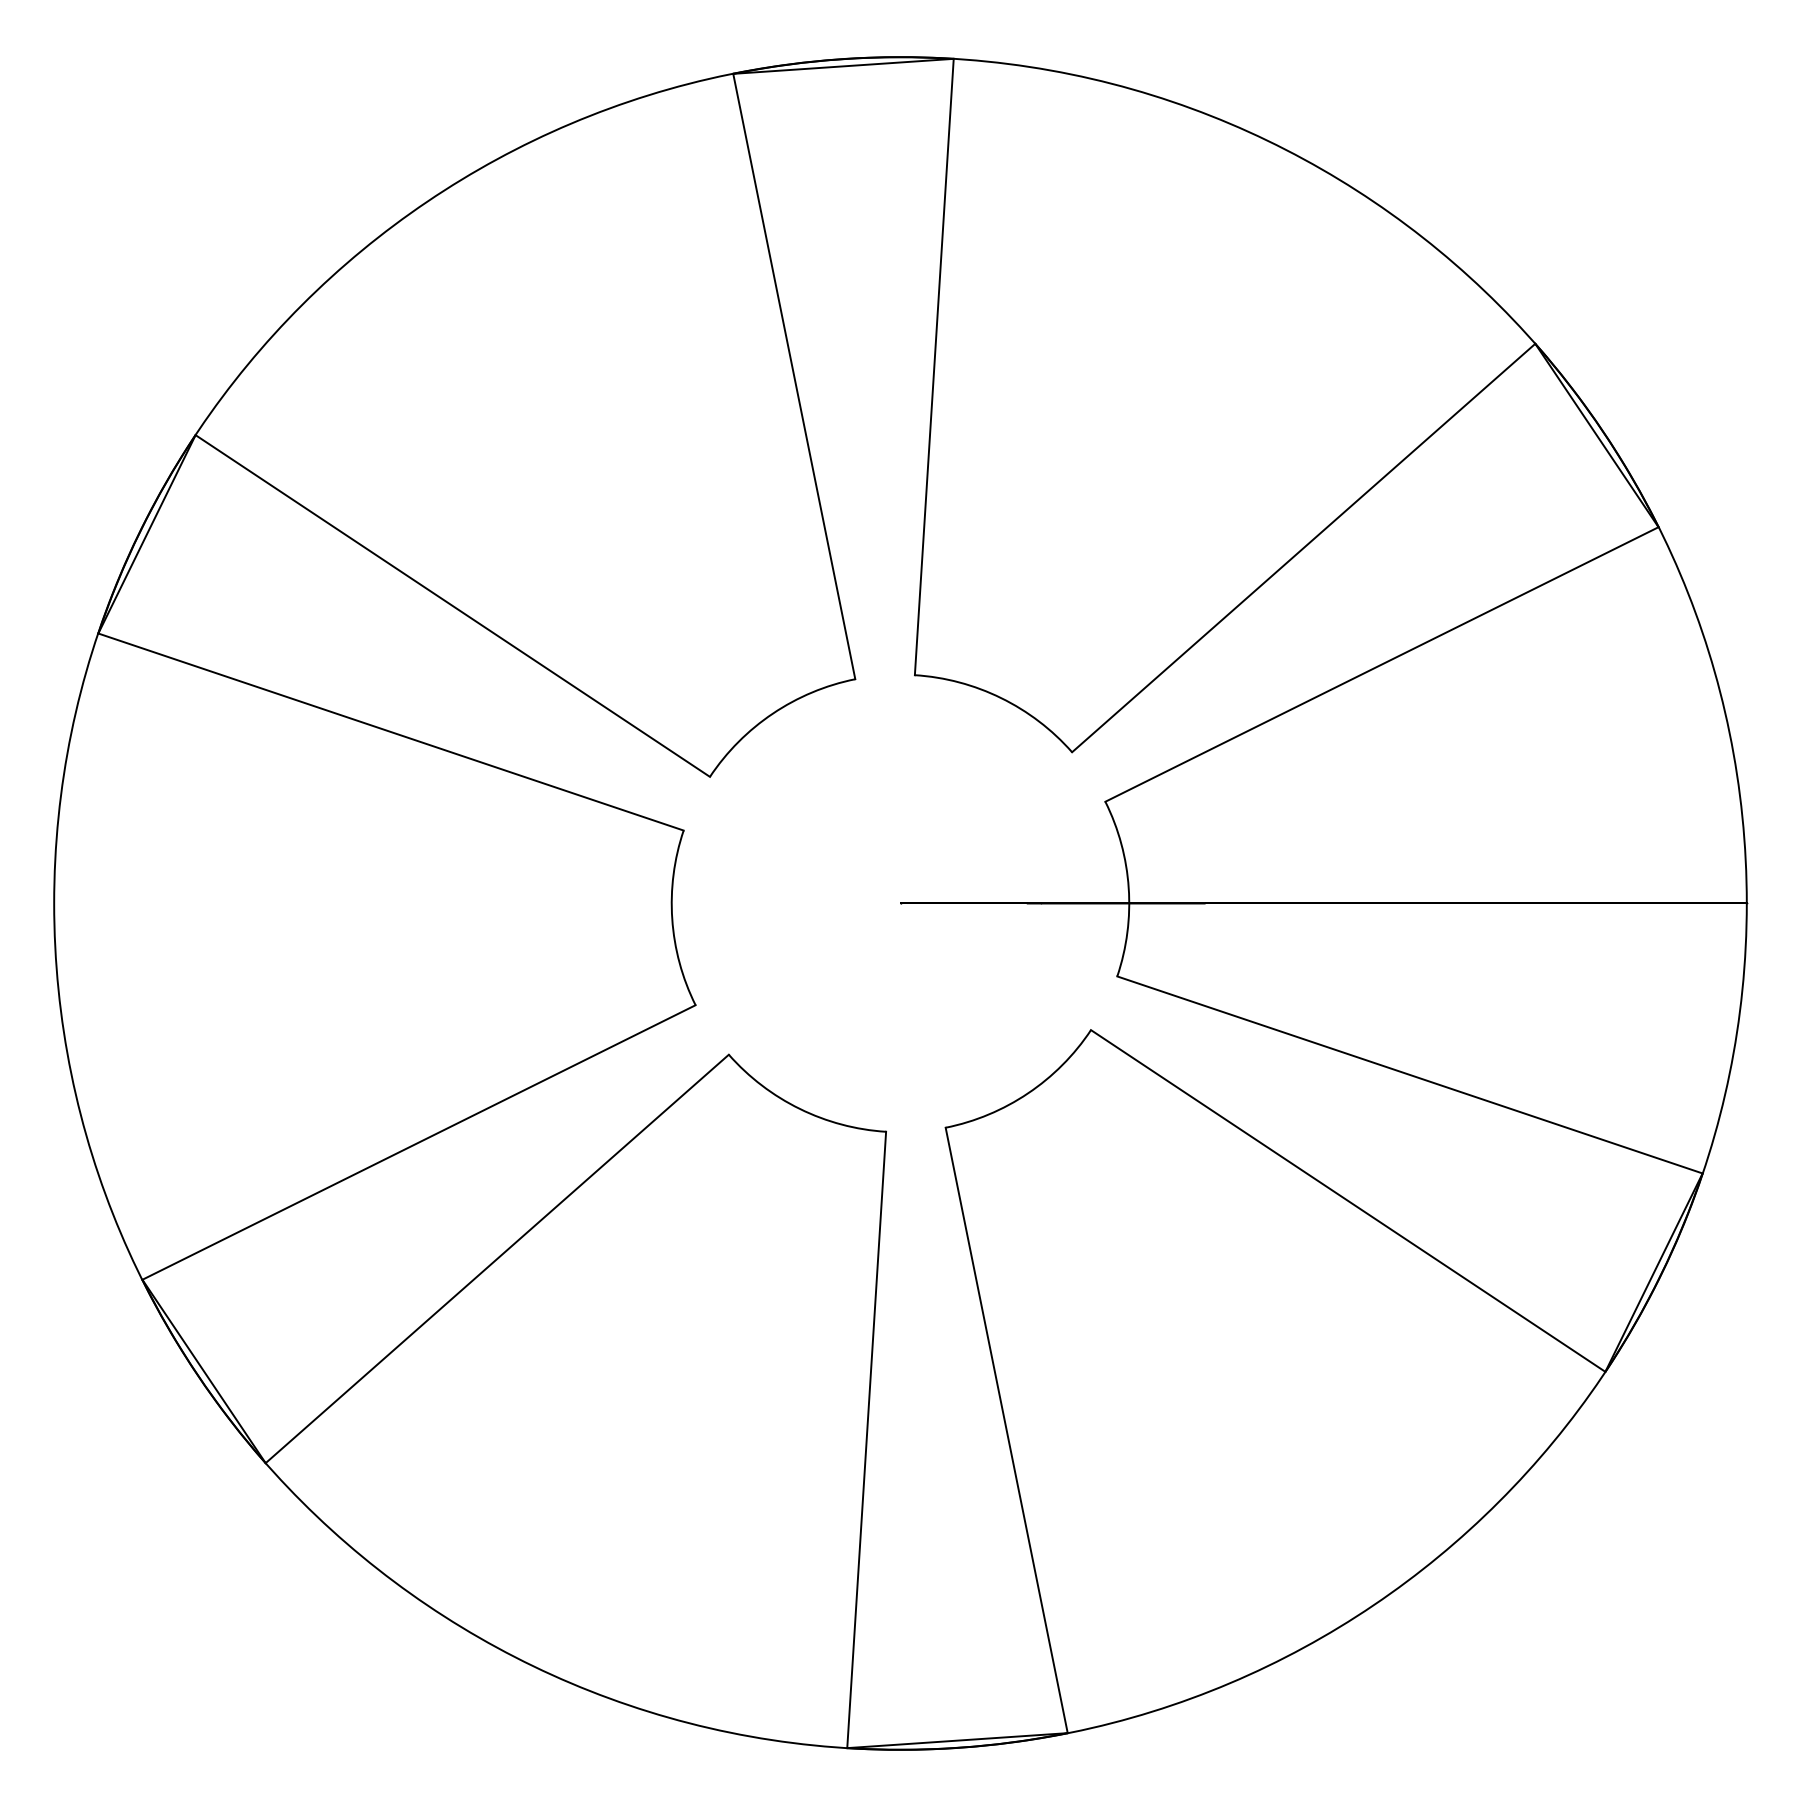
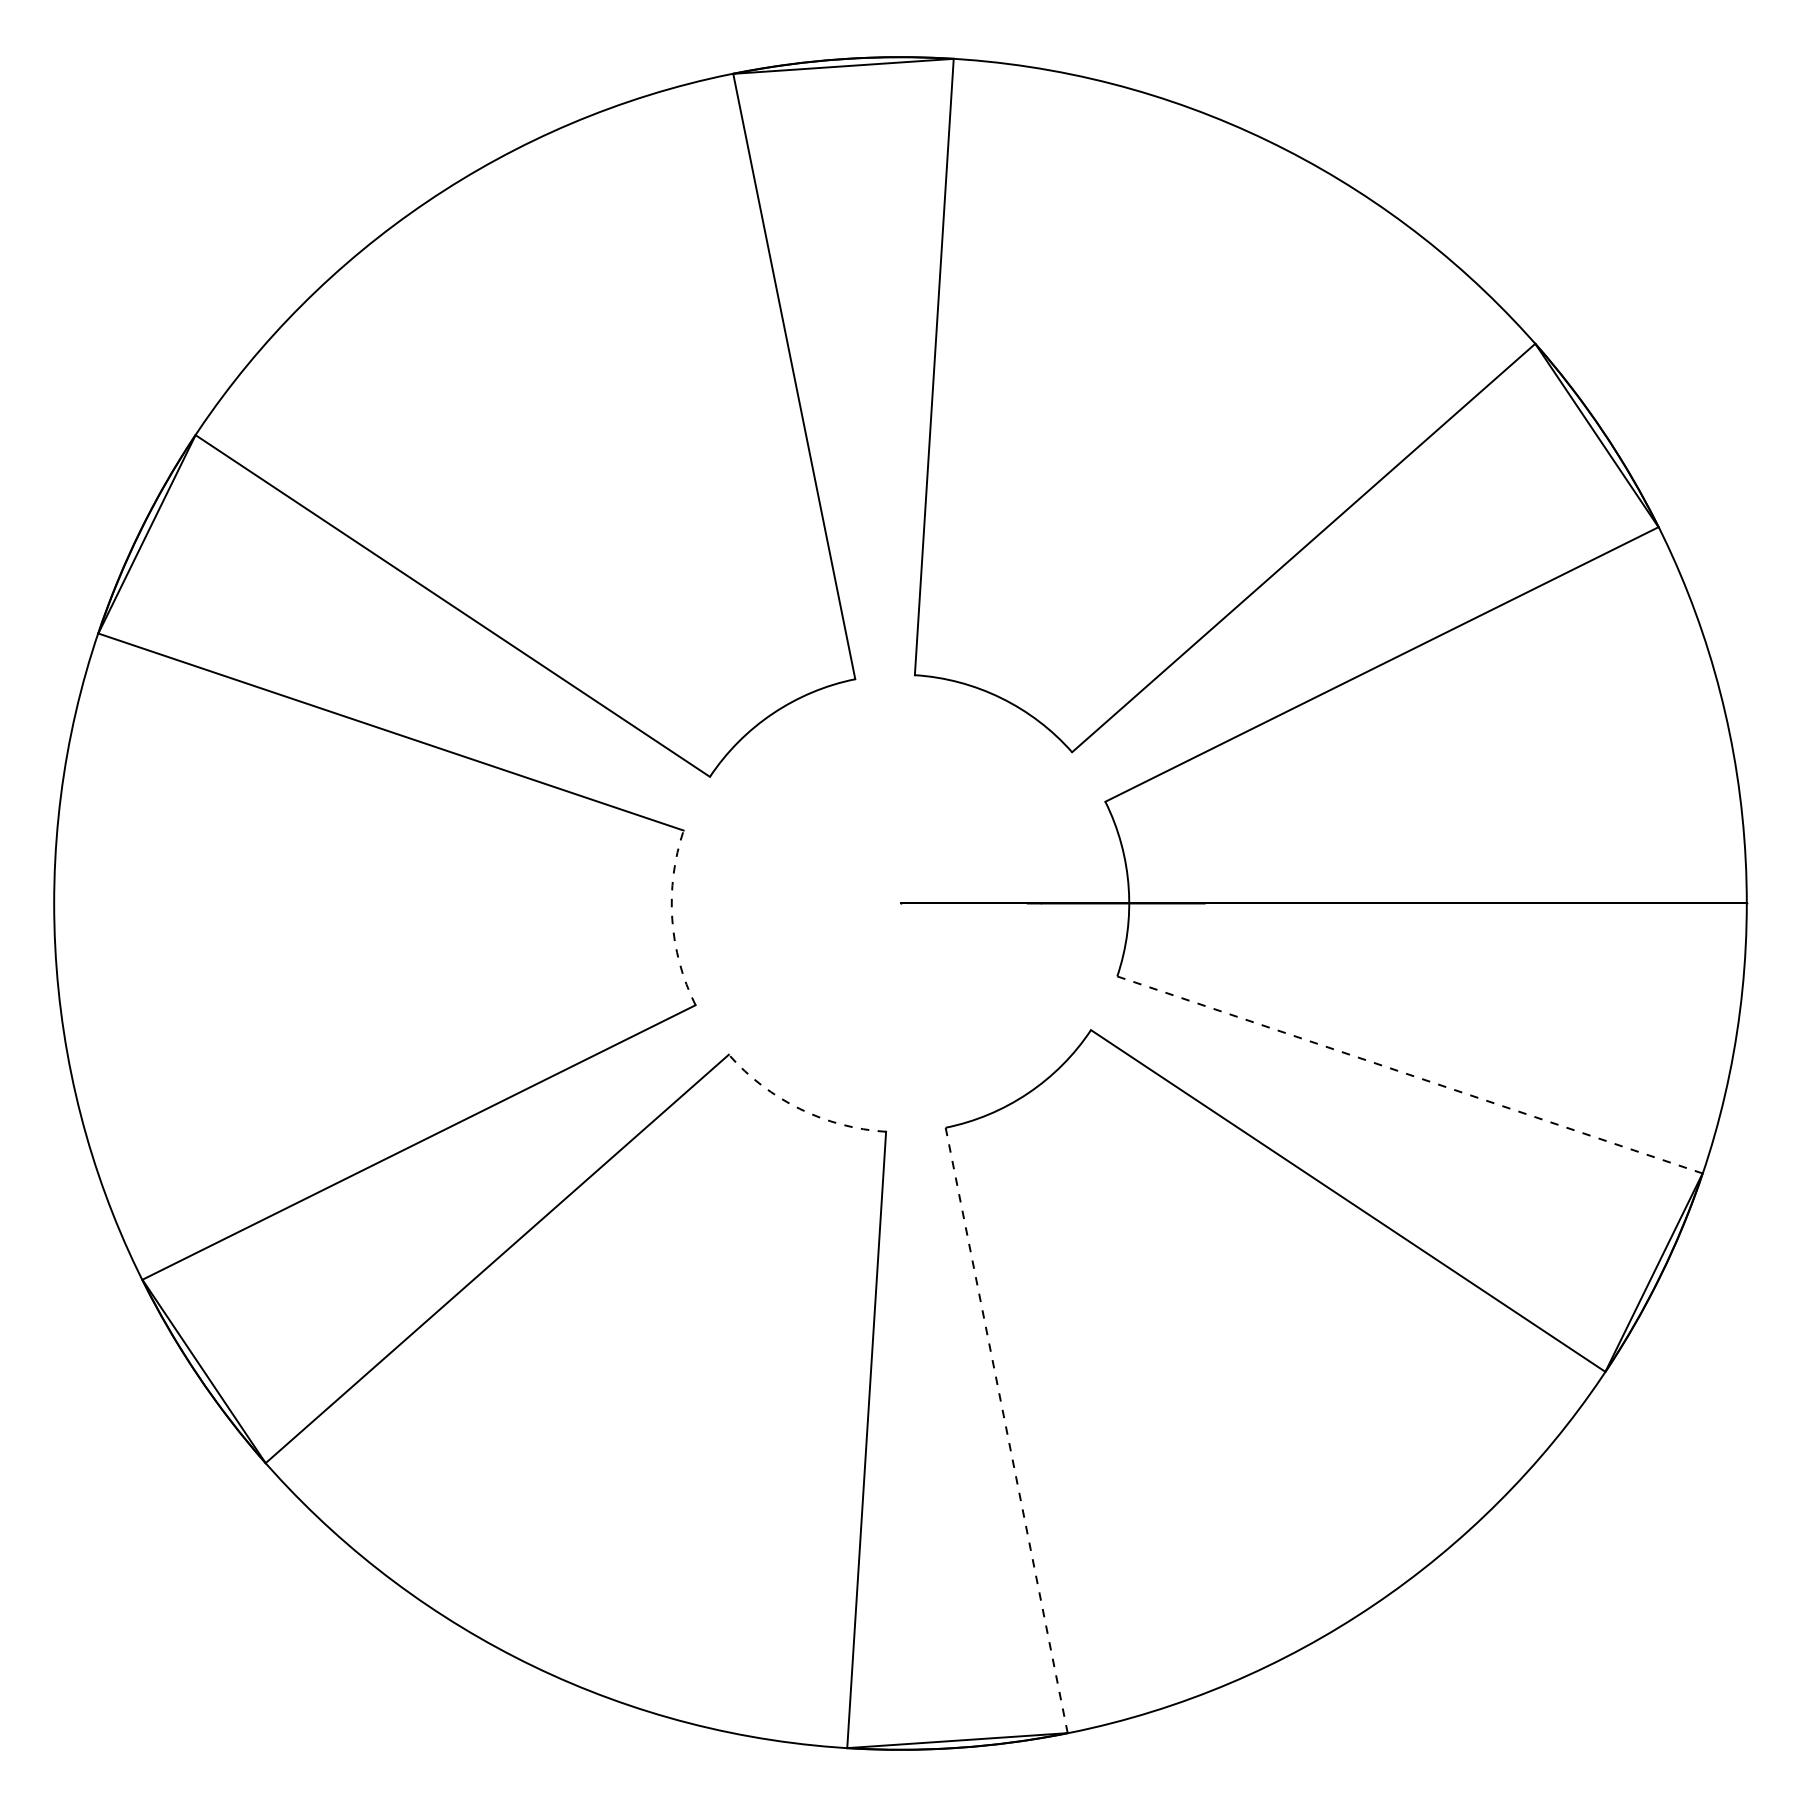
arc at (672, 919): solid -> dashed
line at (1409, 1074): solid -> dashed
arc at (799, 1108): solid -> dashed
line at (1006, 1430): solid -> dashed
